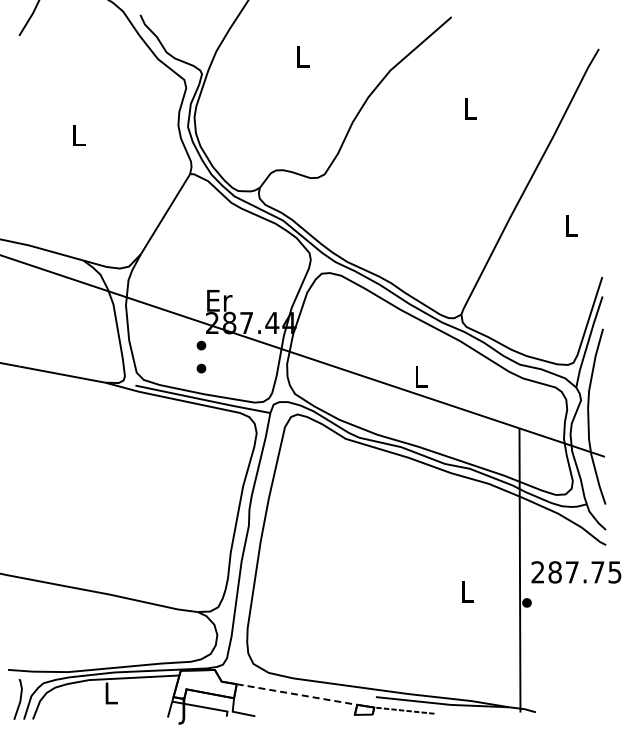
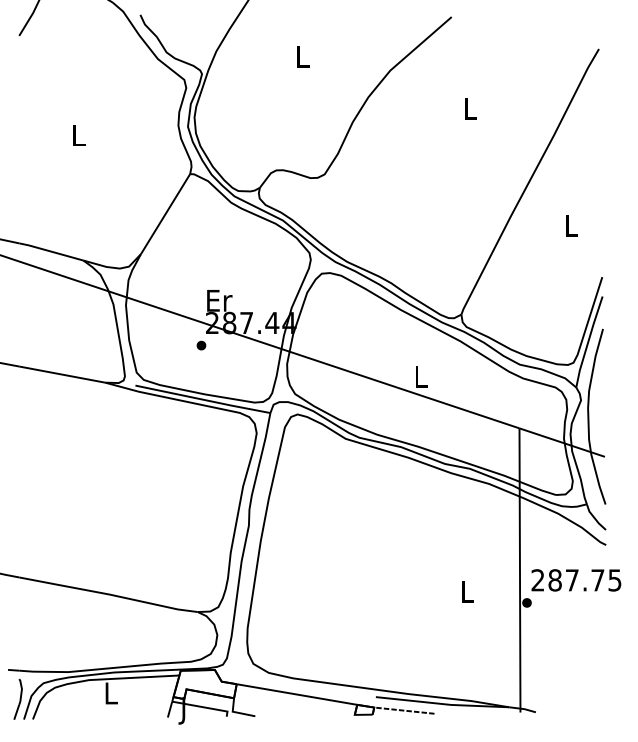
part at (201, 368): present -> none
text at (576, 572) position: (576, 572) -> (576, 580)
line at (297, 694): dashed -> solid
